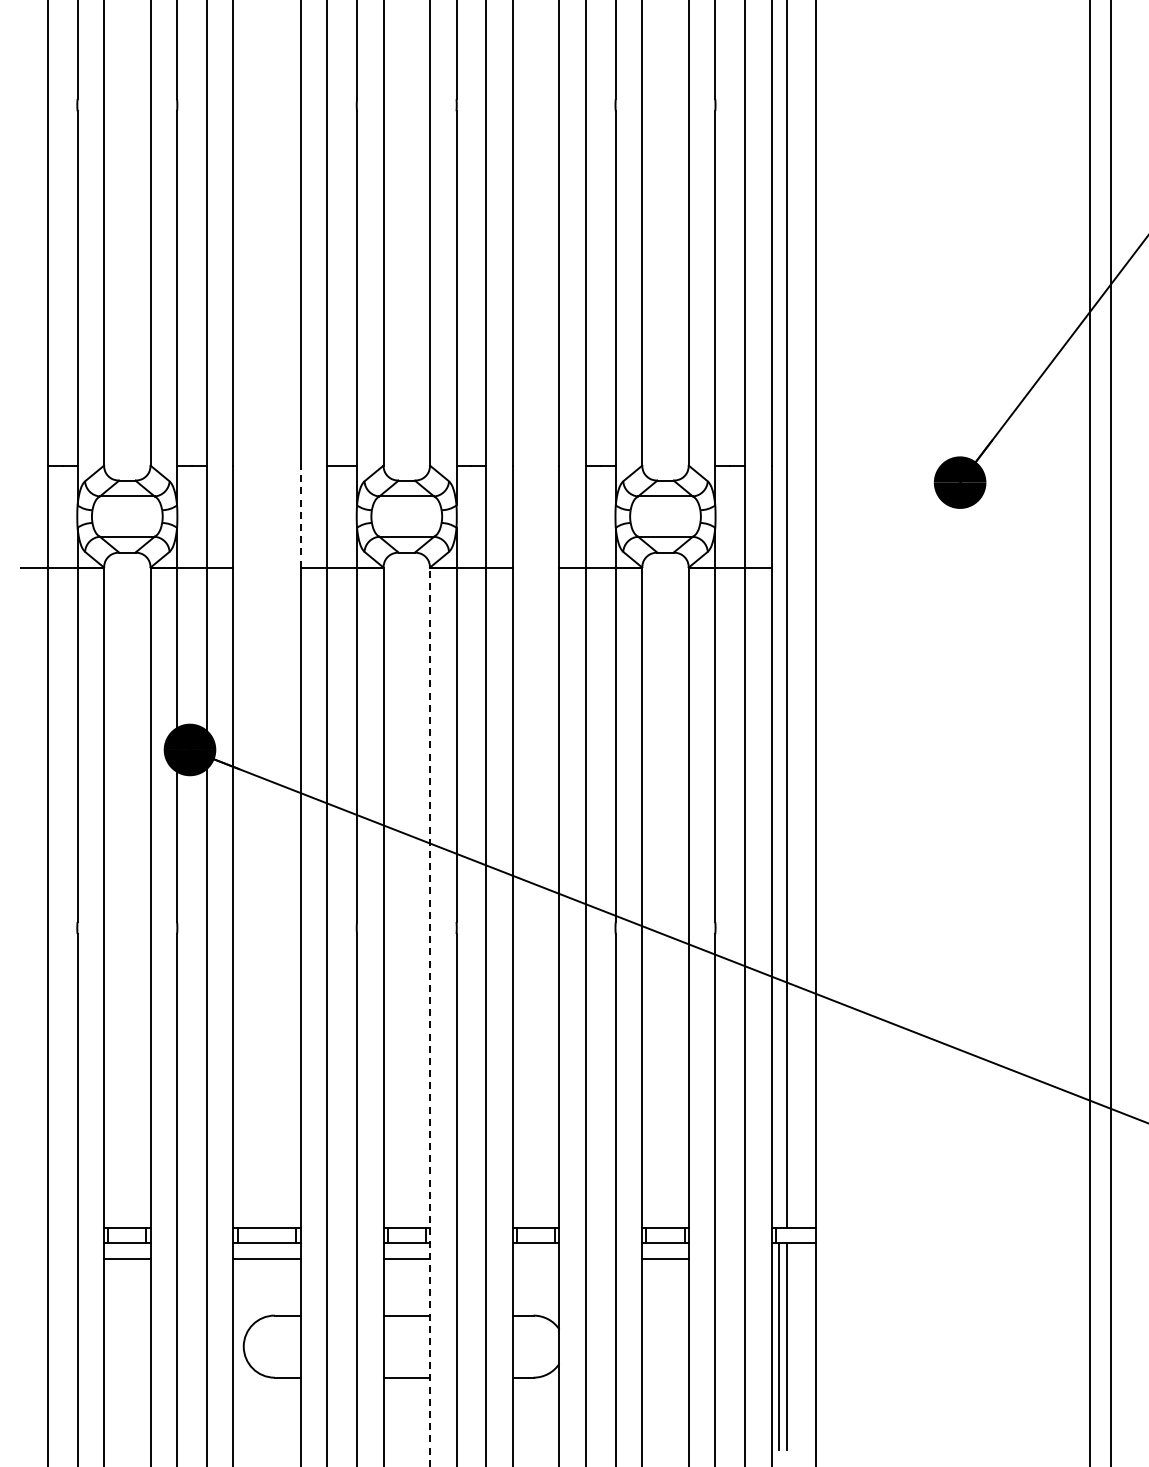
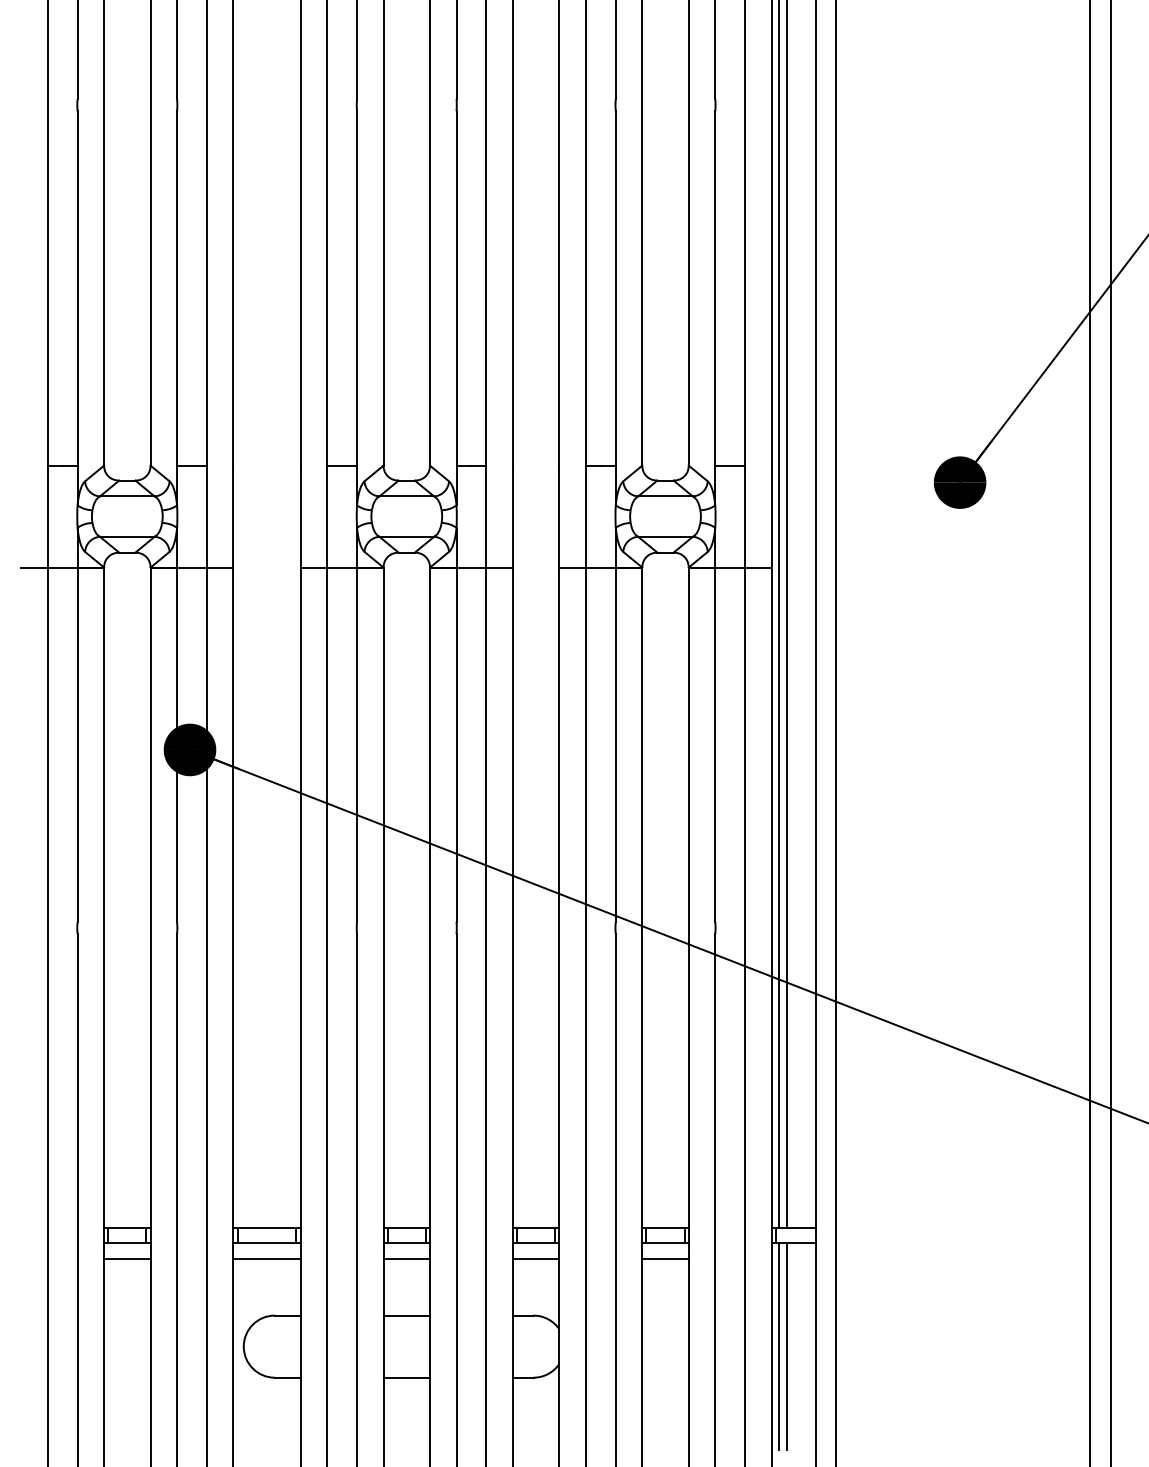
line at (300, 516): dashed -> solid
line at (779, 614): none -> present
line at (836, 732): none -> present
line at (430, 1016): dashed -> solid
line at (535, 1258): none -> present
